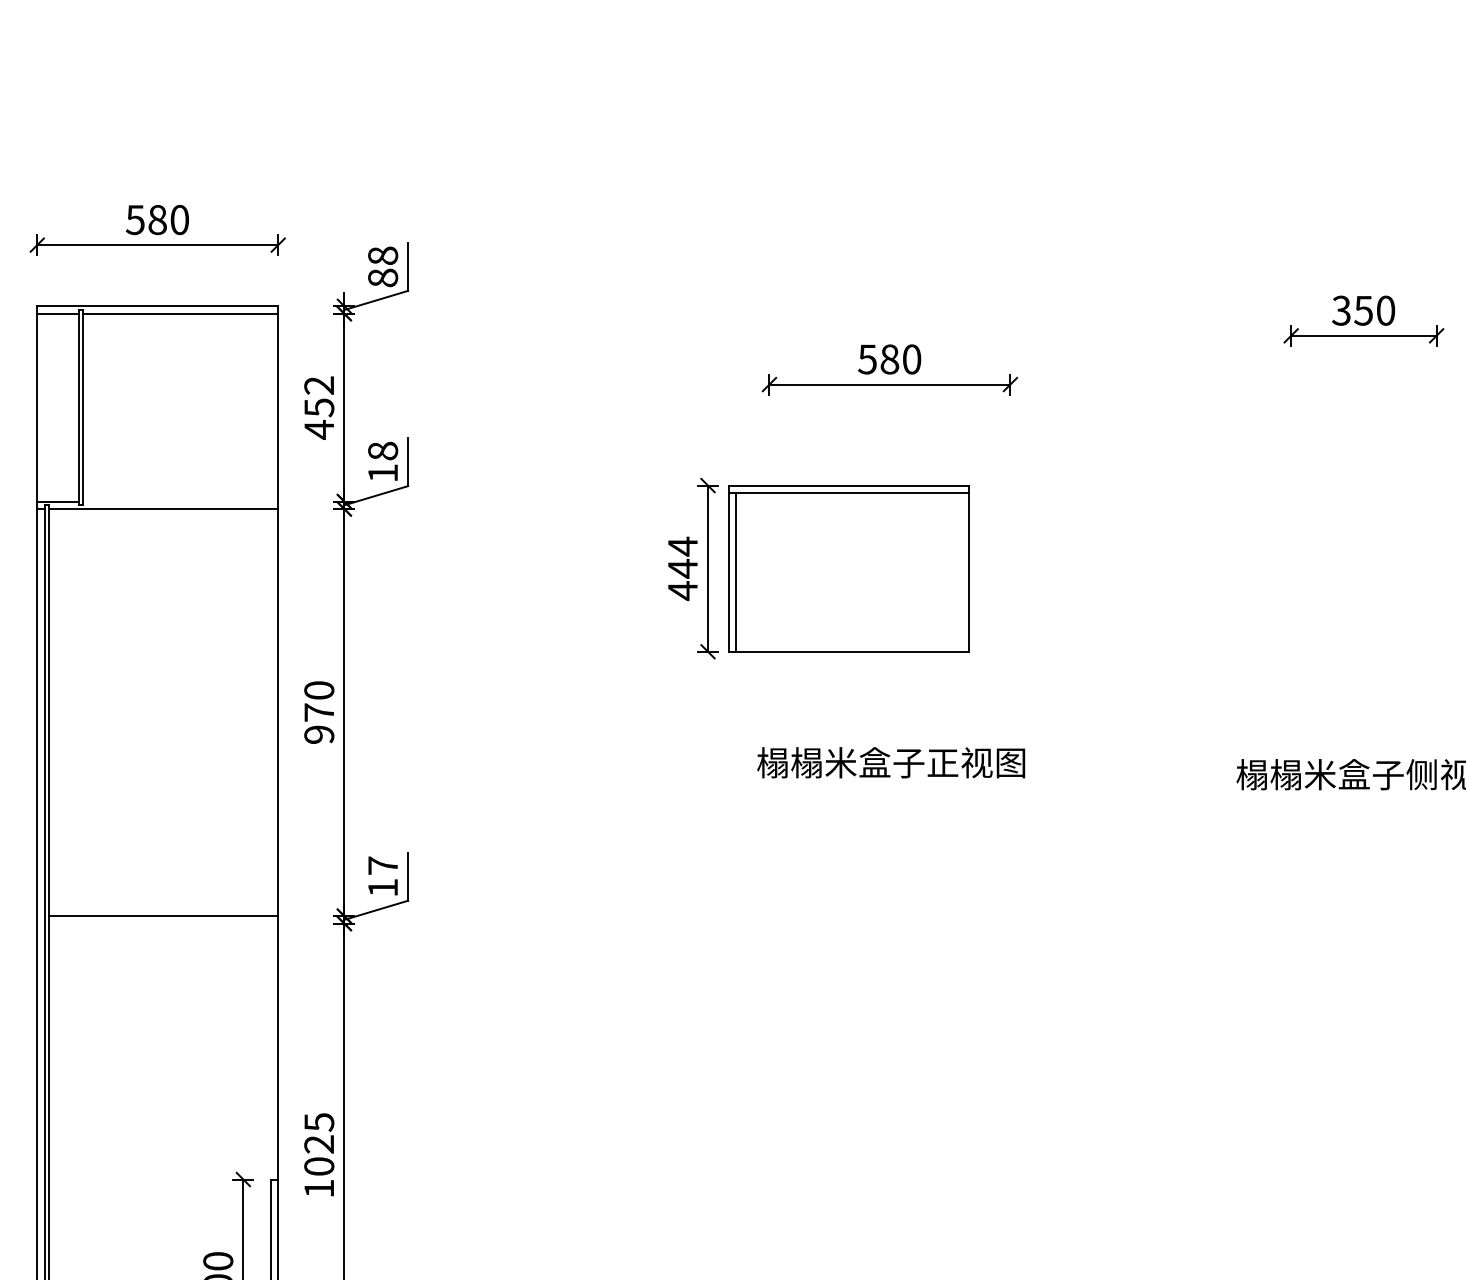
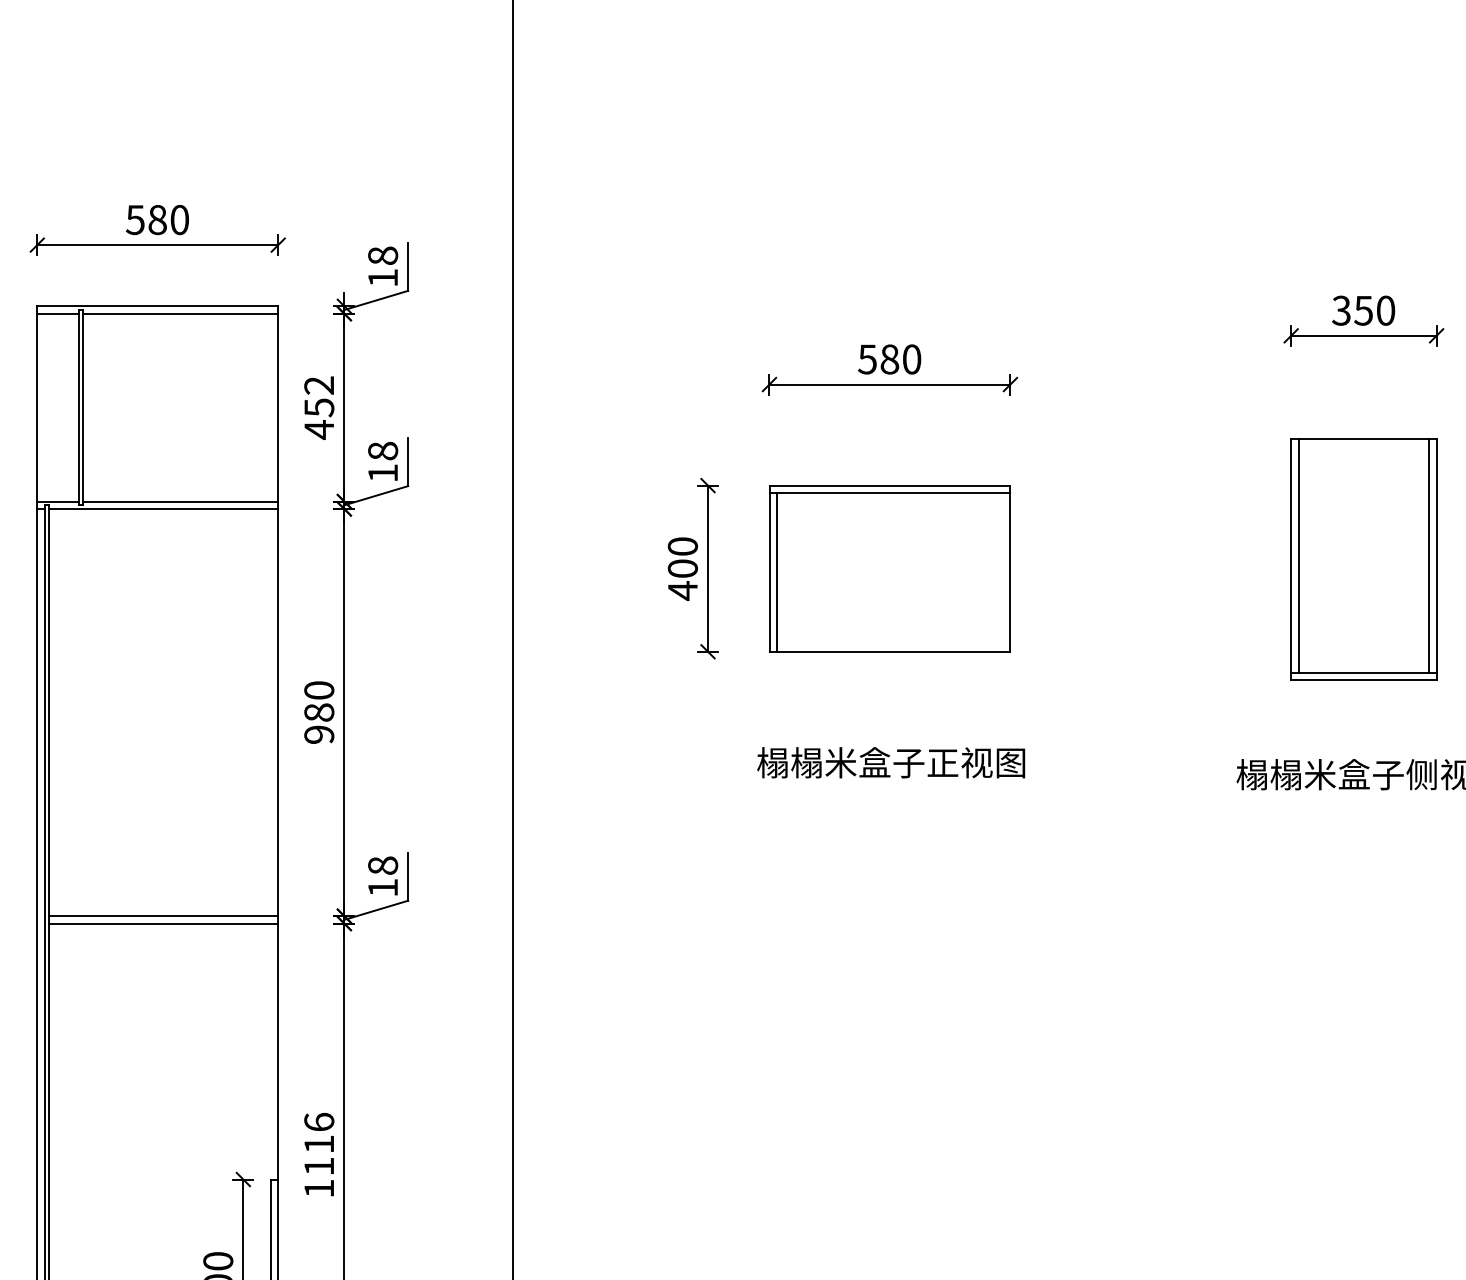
text at (383, 277): 88 -> 18
line at (180, 501): none -> present
text at (682, 557): 444 -> 400
part at (1363, 559): none -> present
part at (848, 568) position: (848, 568) -> (889, 568)
line at (513, 639): none -> present
text at (319, 712): 970 -> 980
text at (383, 865): 17 -> 18
line at (163, 923): none -> present
text at (319, 1143): 1025 -> 1116
